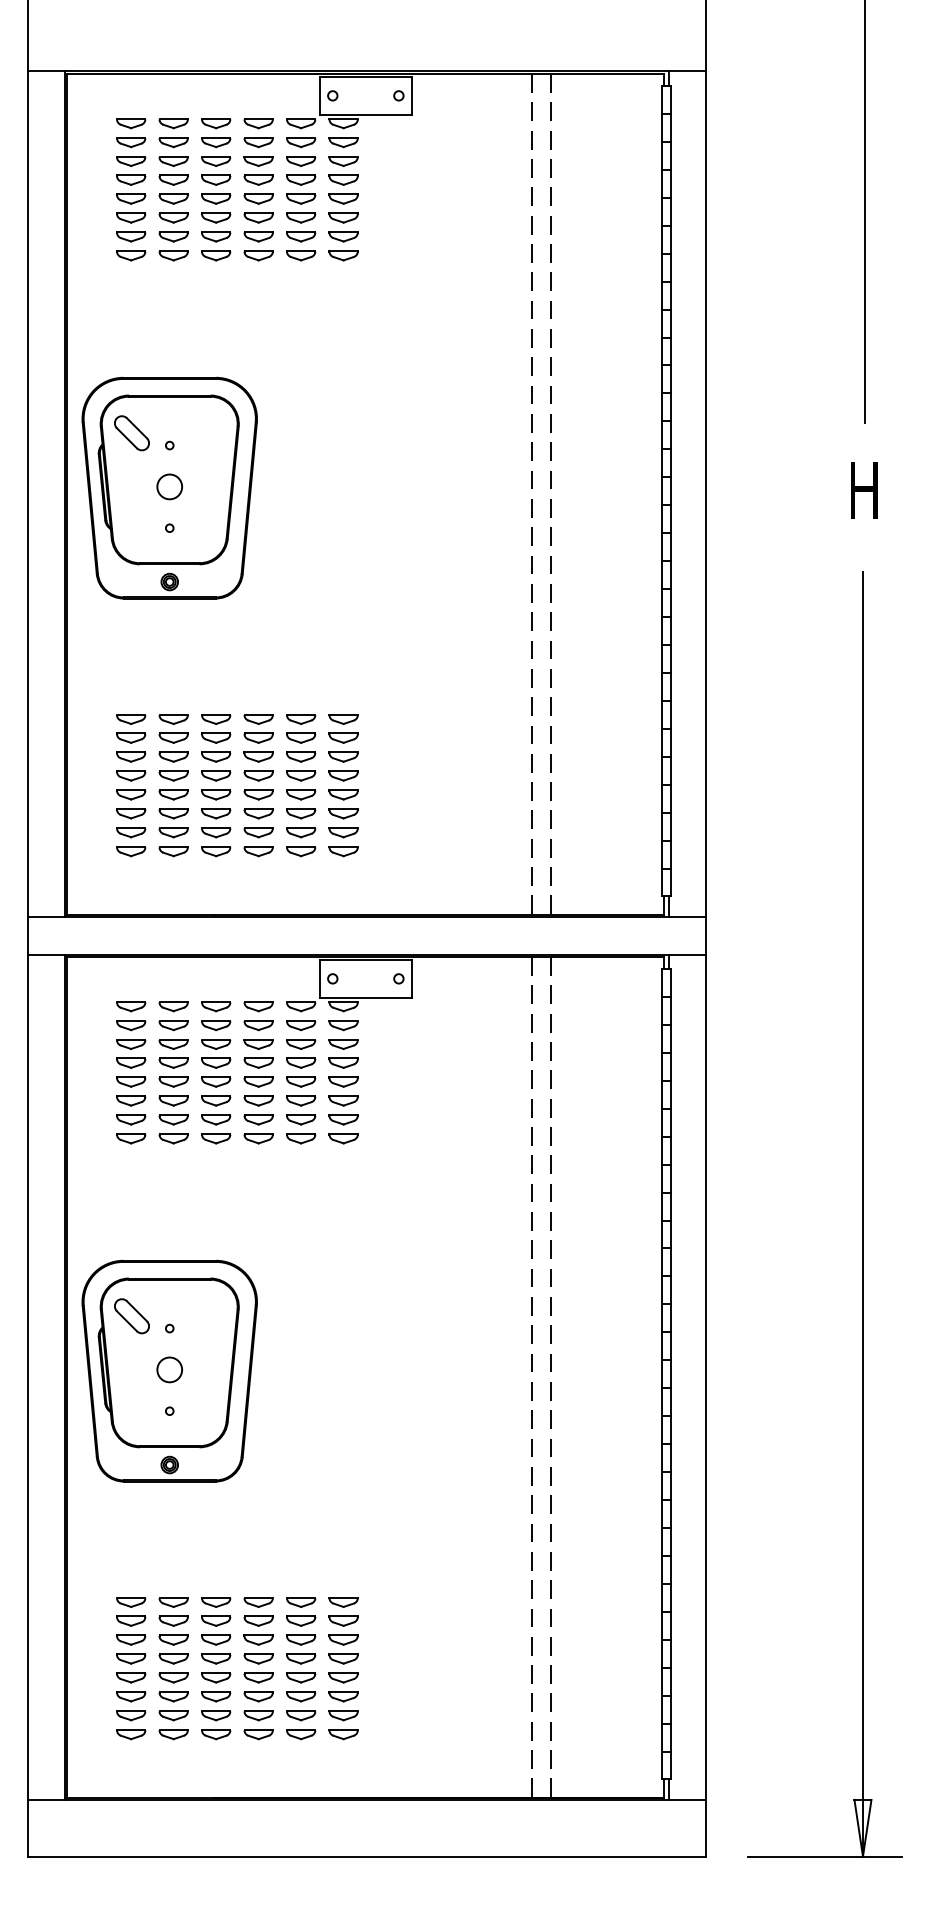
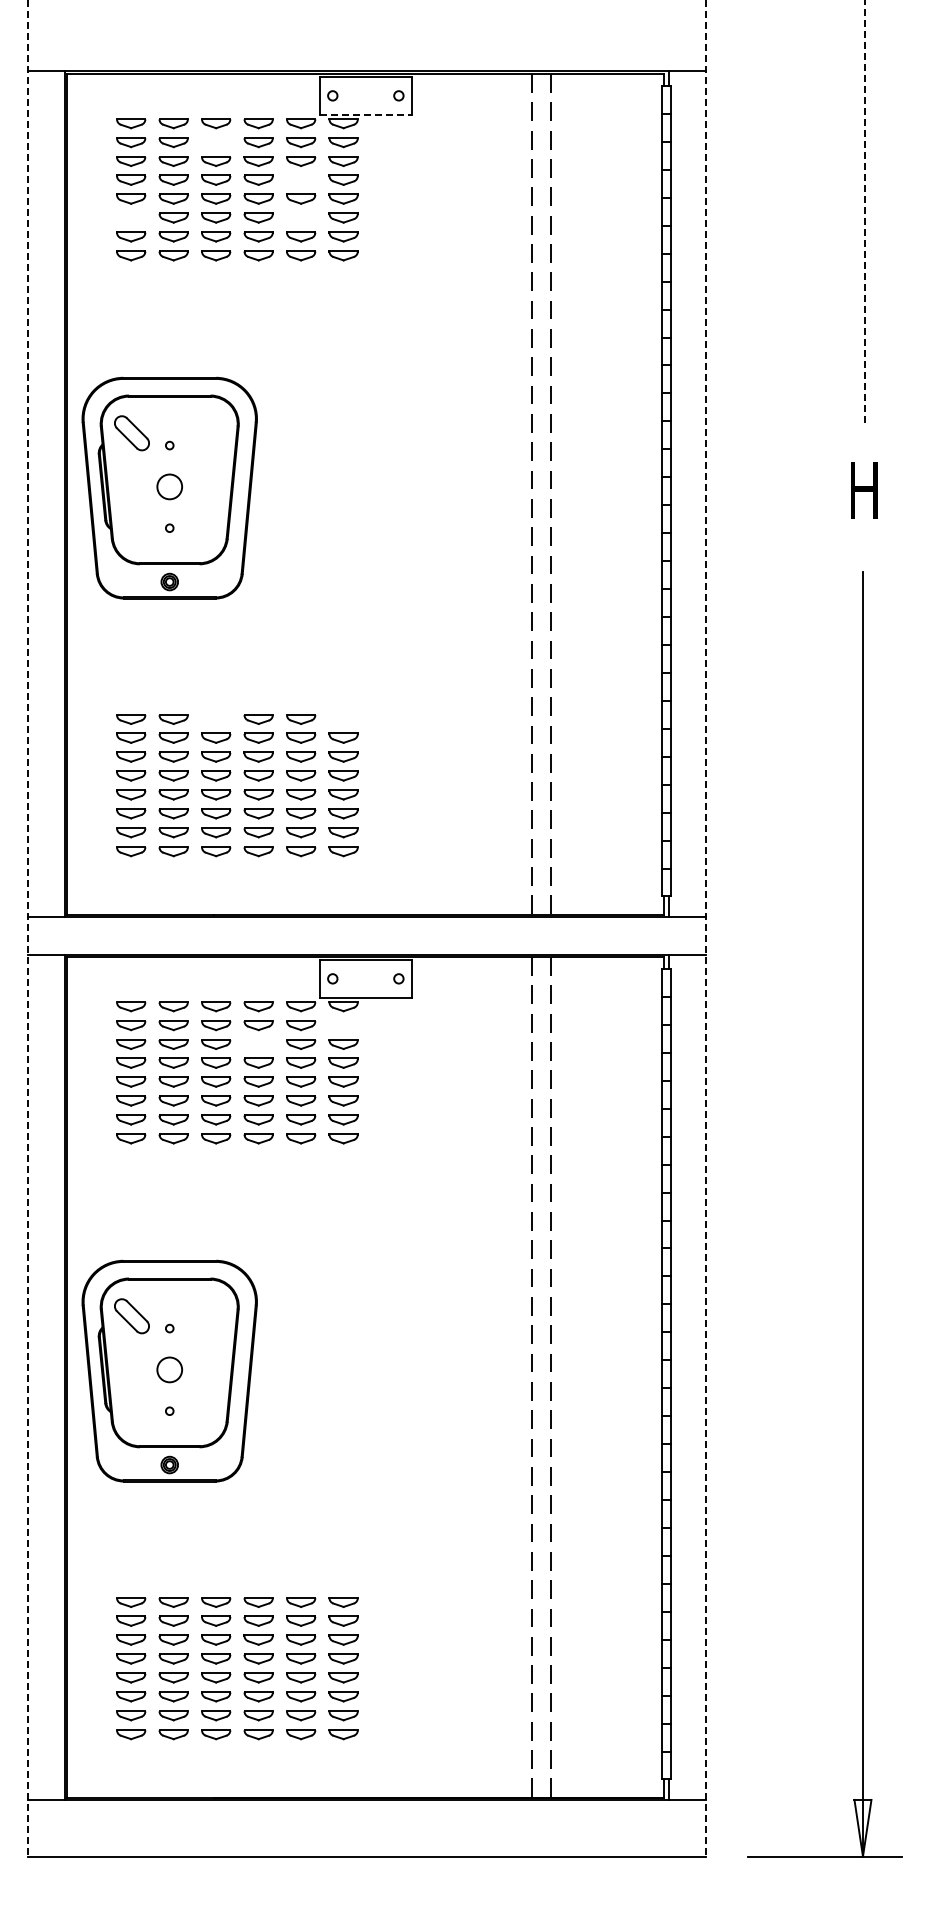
line at (366, 114): solid -> dashed
part at (216, 142): present -> none
part at (301, 179): present -> none
line at (864, 211): solid -> dashed
part at (131, 217): present -> none
part at (301, 217): present -> none
part at (216, 719): present -> none
part at (343, 719): present -> none
line at (27, 928): solid -> dashed
line at (706, 928): solid -> dashed
part at (343, 1025): present -> none
part at (258, 1044): present -> none
